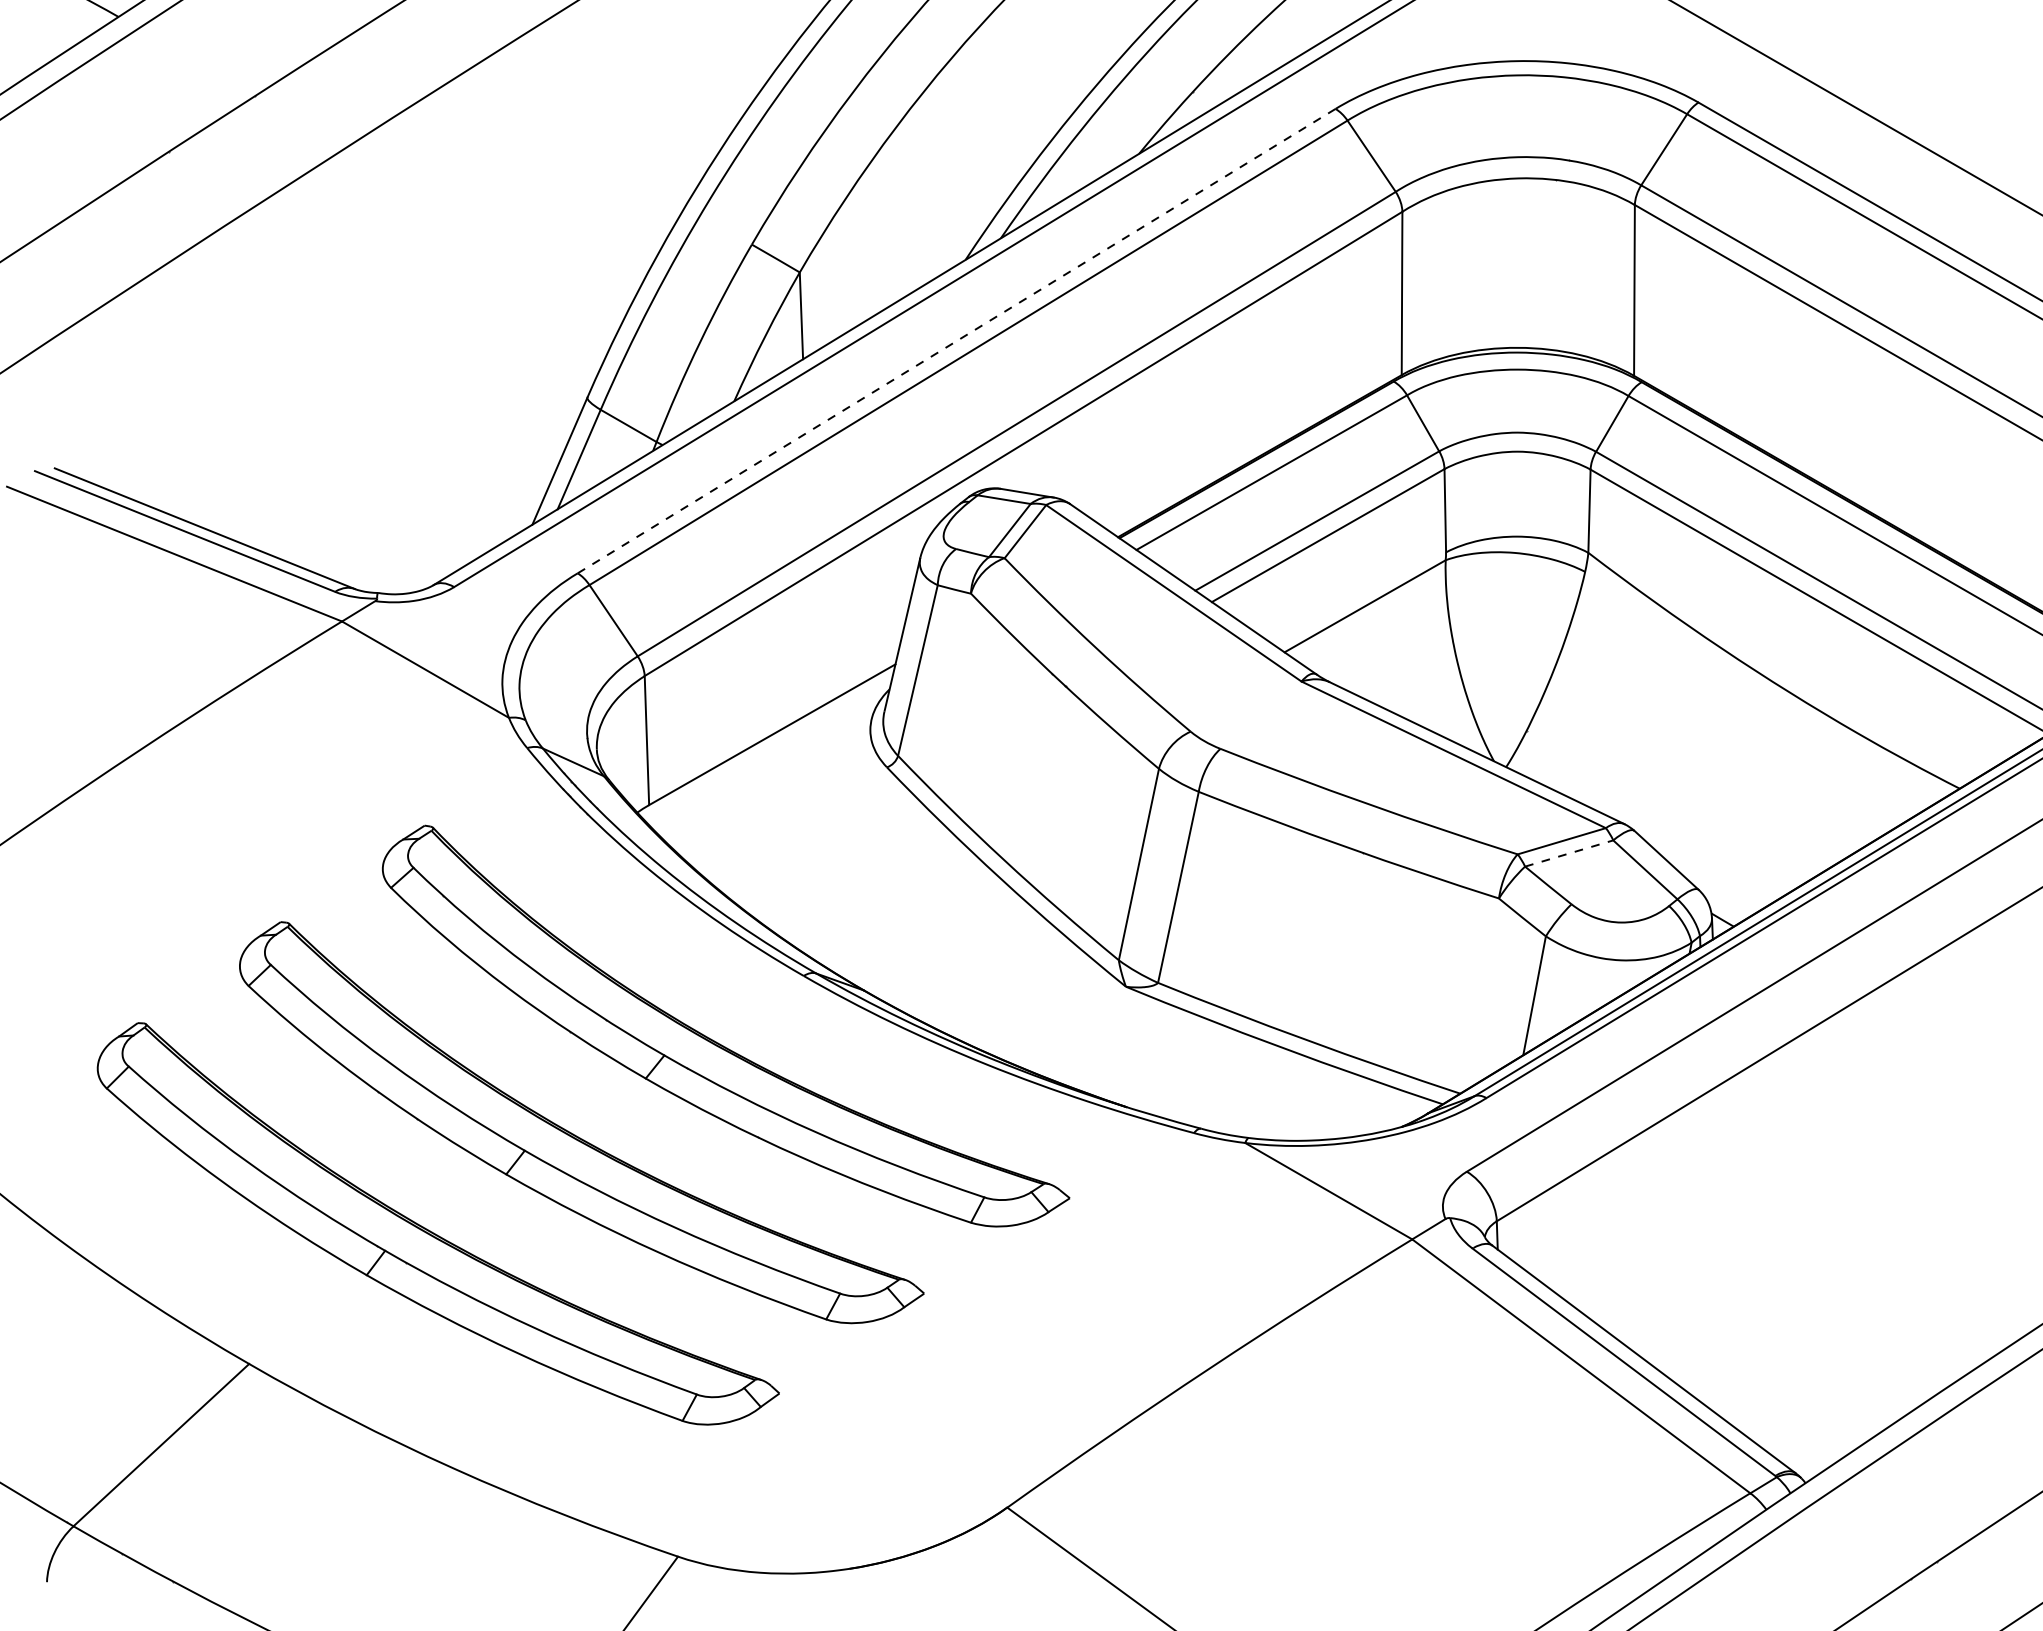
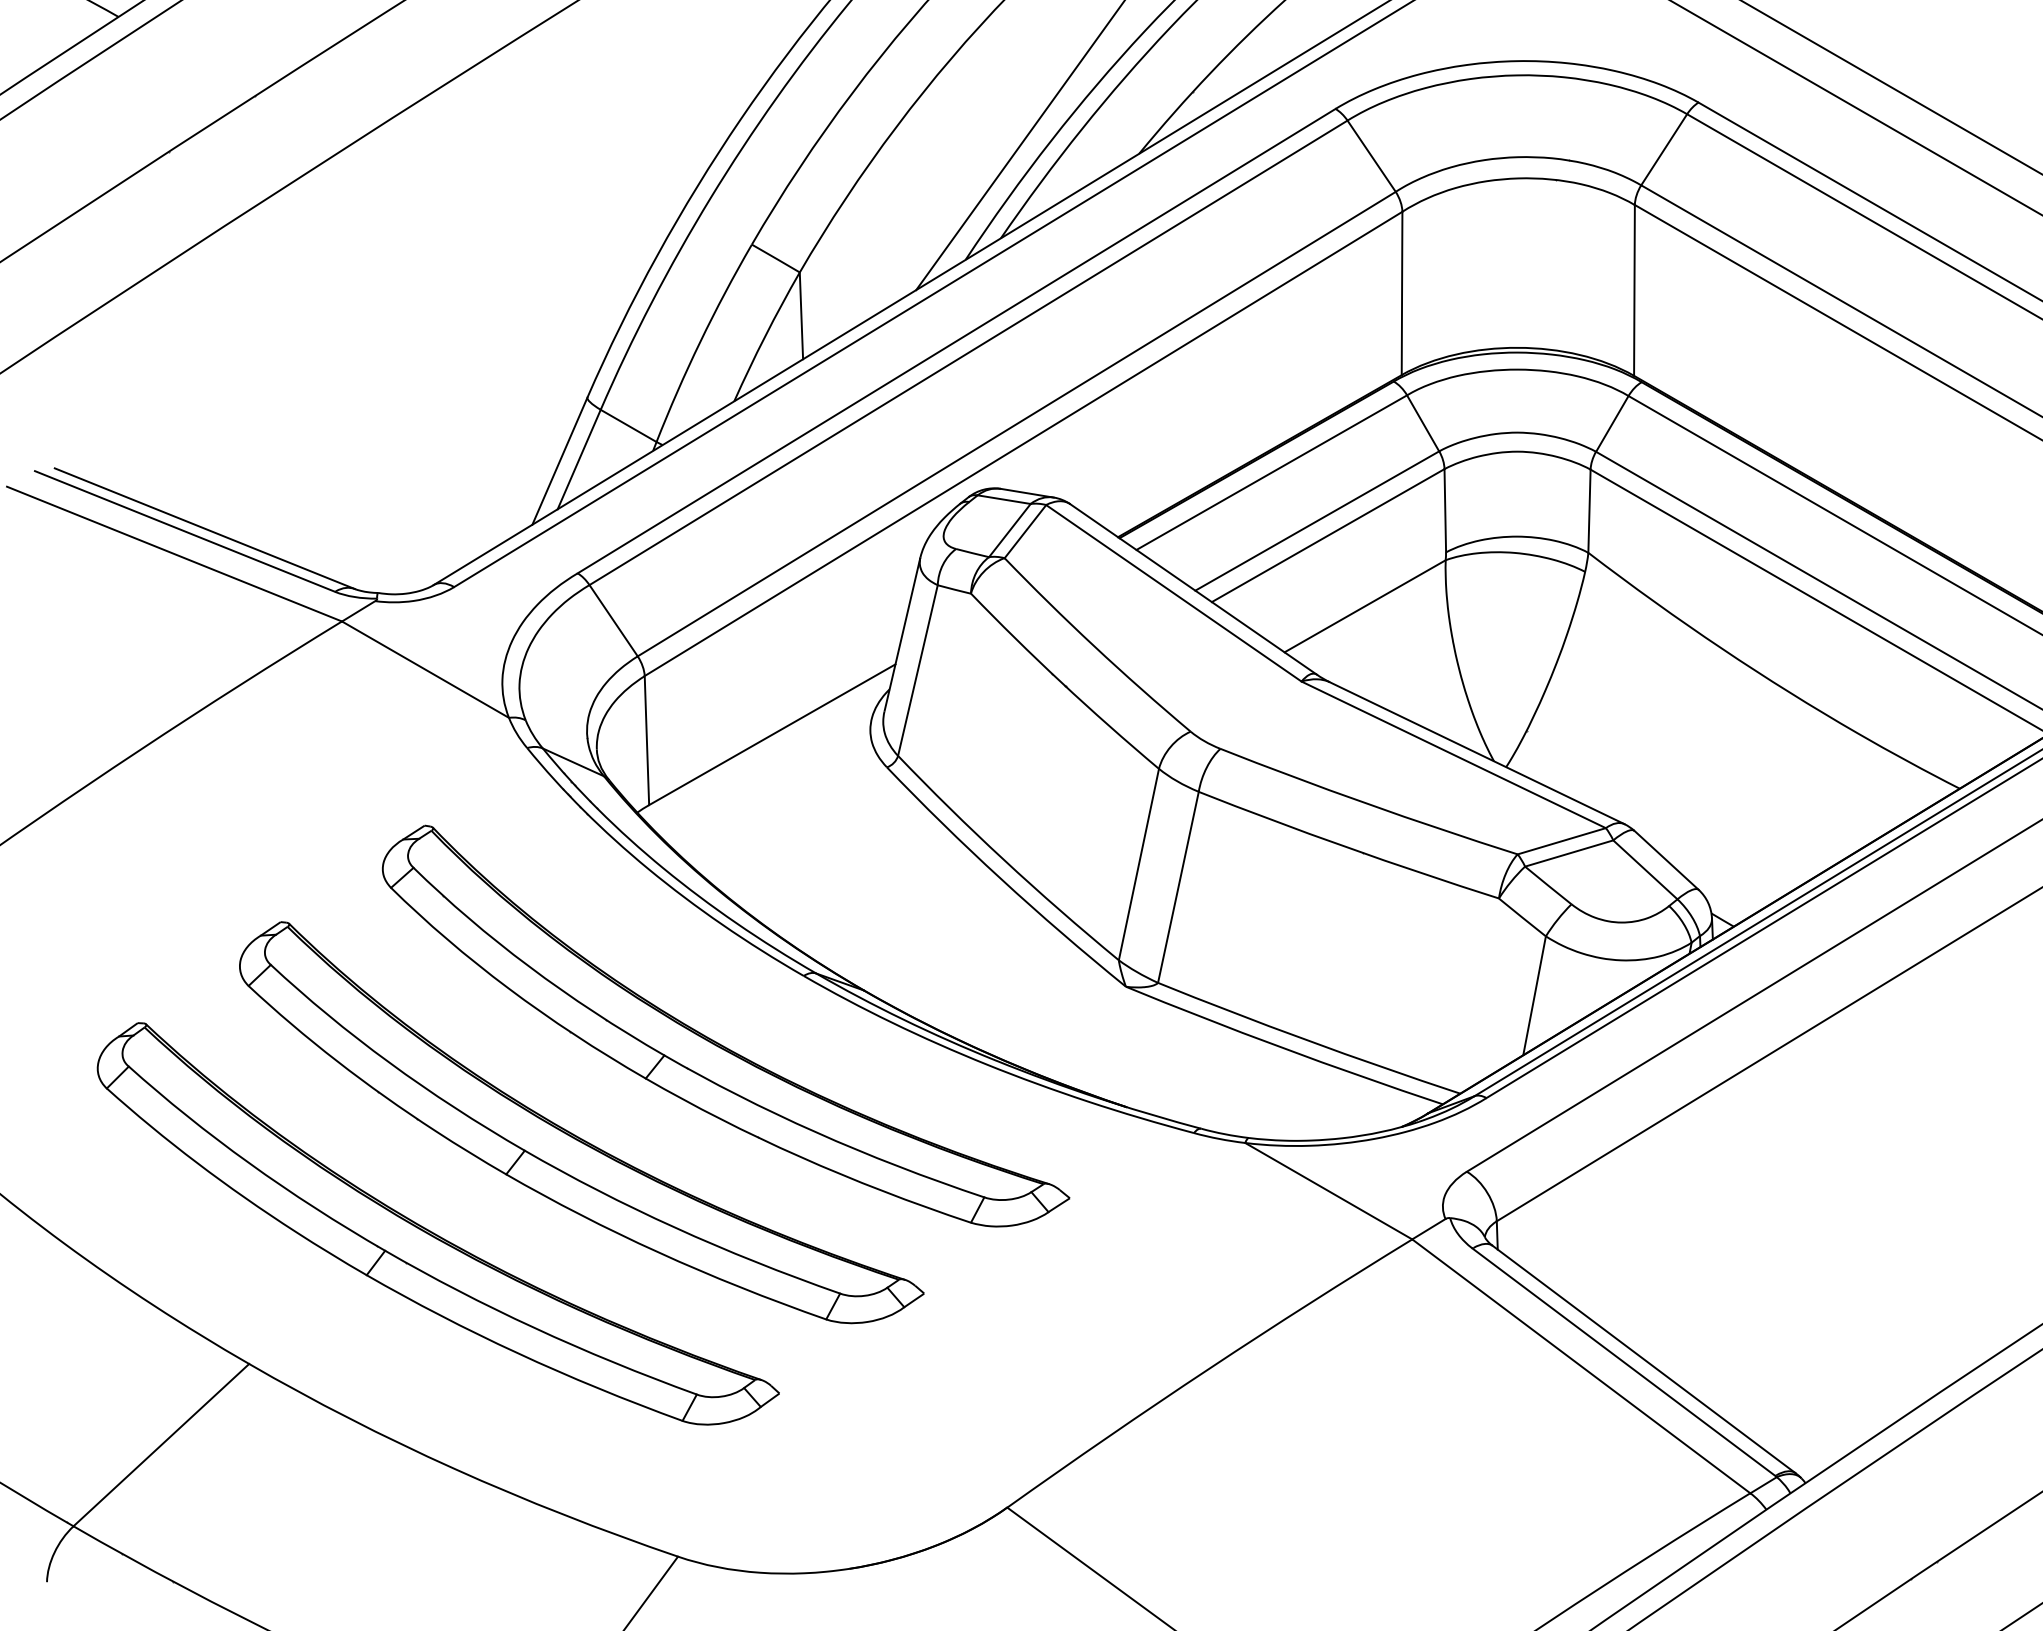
line at (1891, 87): none -> present
line at (1019, 146): none -> present
line at (957, 340): dashed -> solid
line at (1569, 853): dashed -> solid
